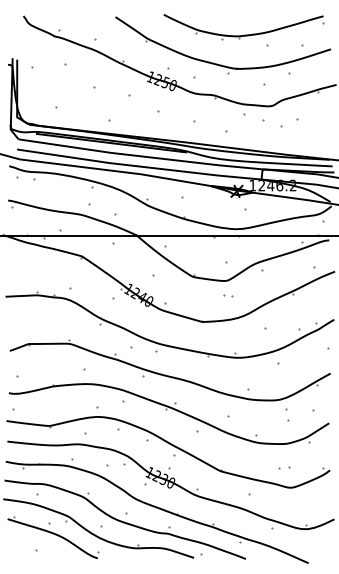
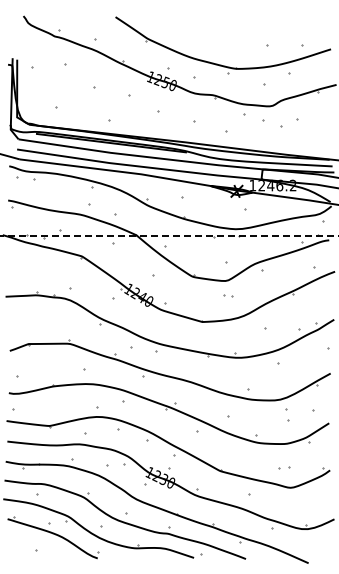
part at (244, 34): present -> none
line at (169, 236): solid -> dashed
